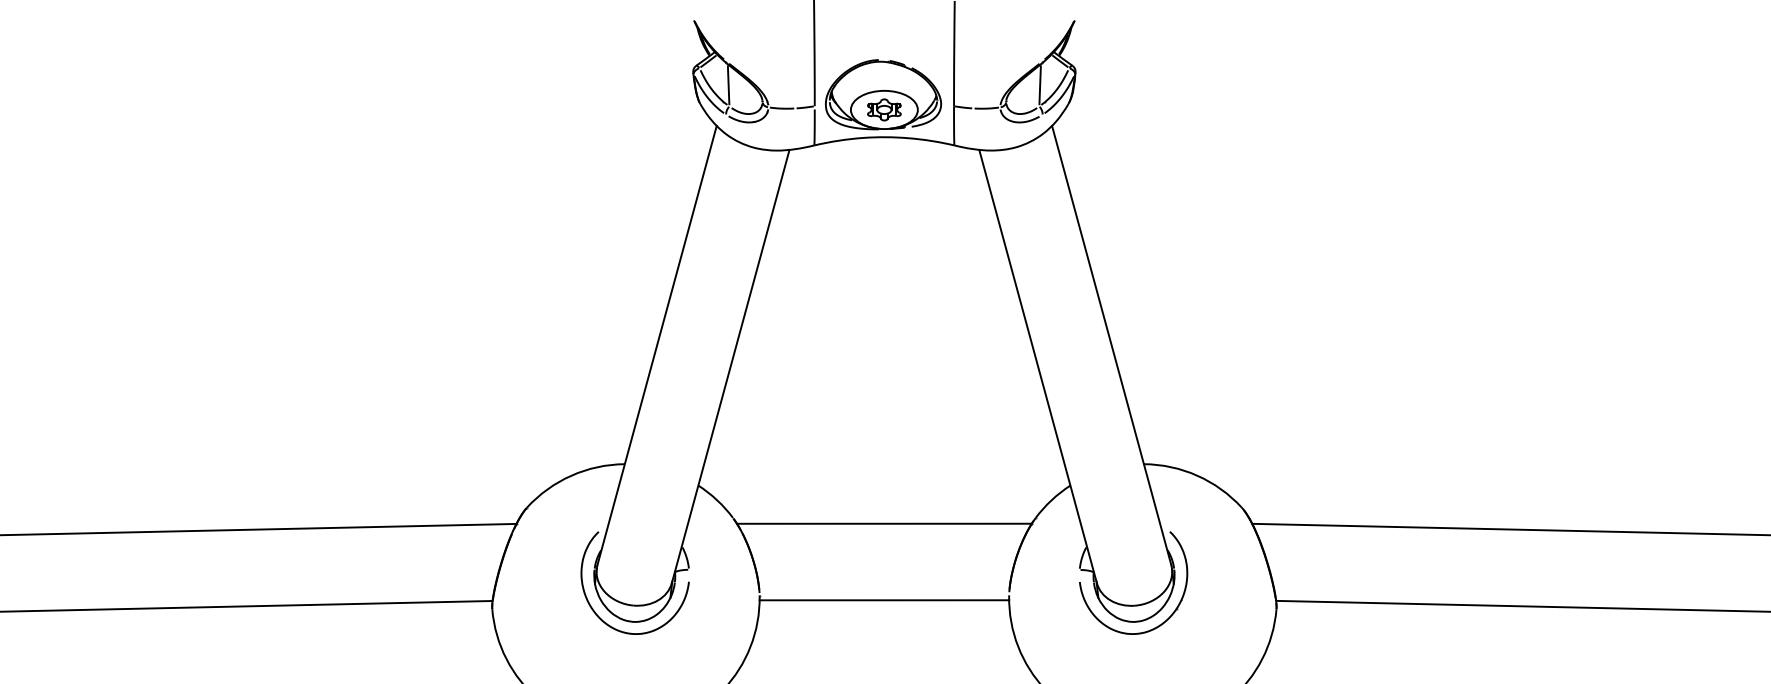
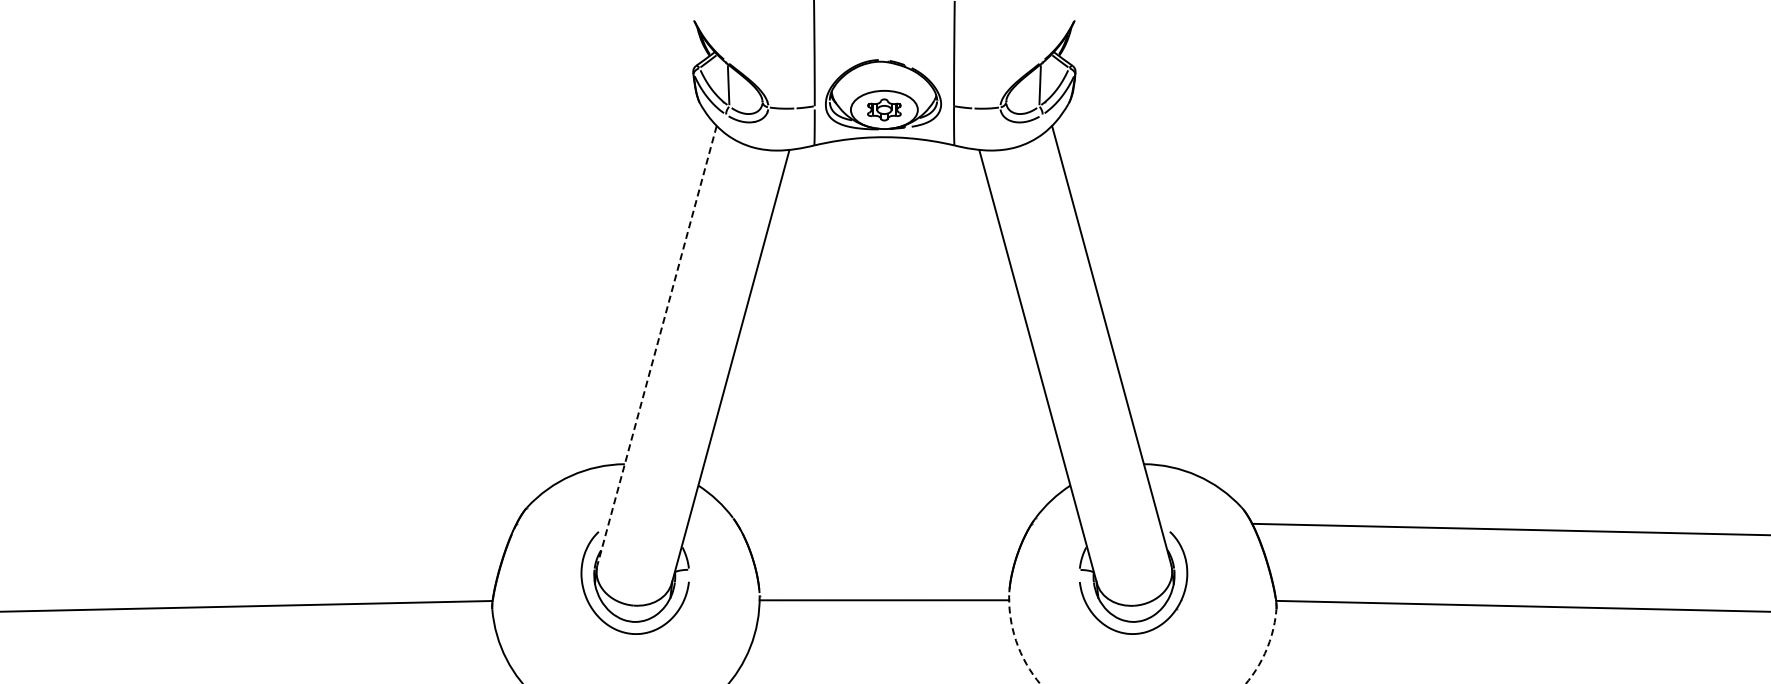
line at (657, 345): solid -> dashed
line at (884, 523): present -> none
line at (259, 529): present -> none
arc at (1035, 678): solid -> dashed
